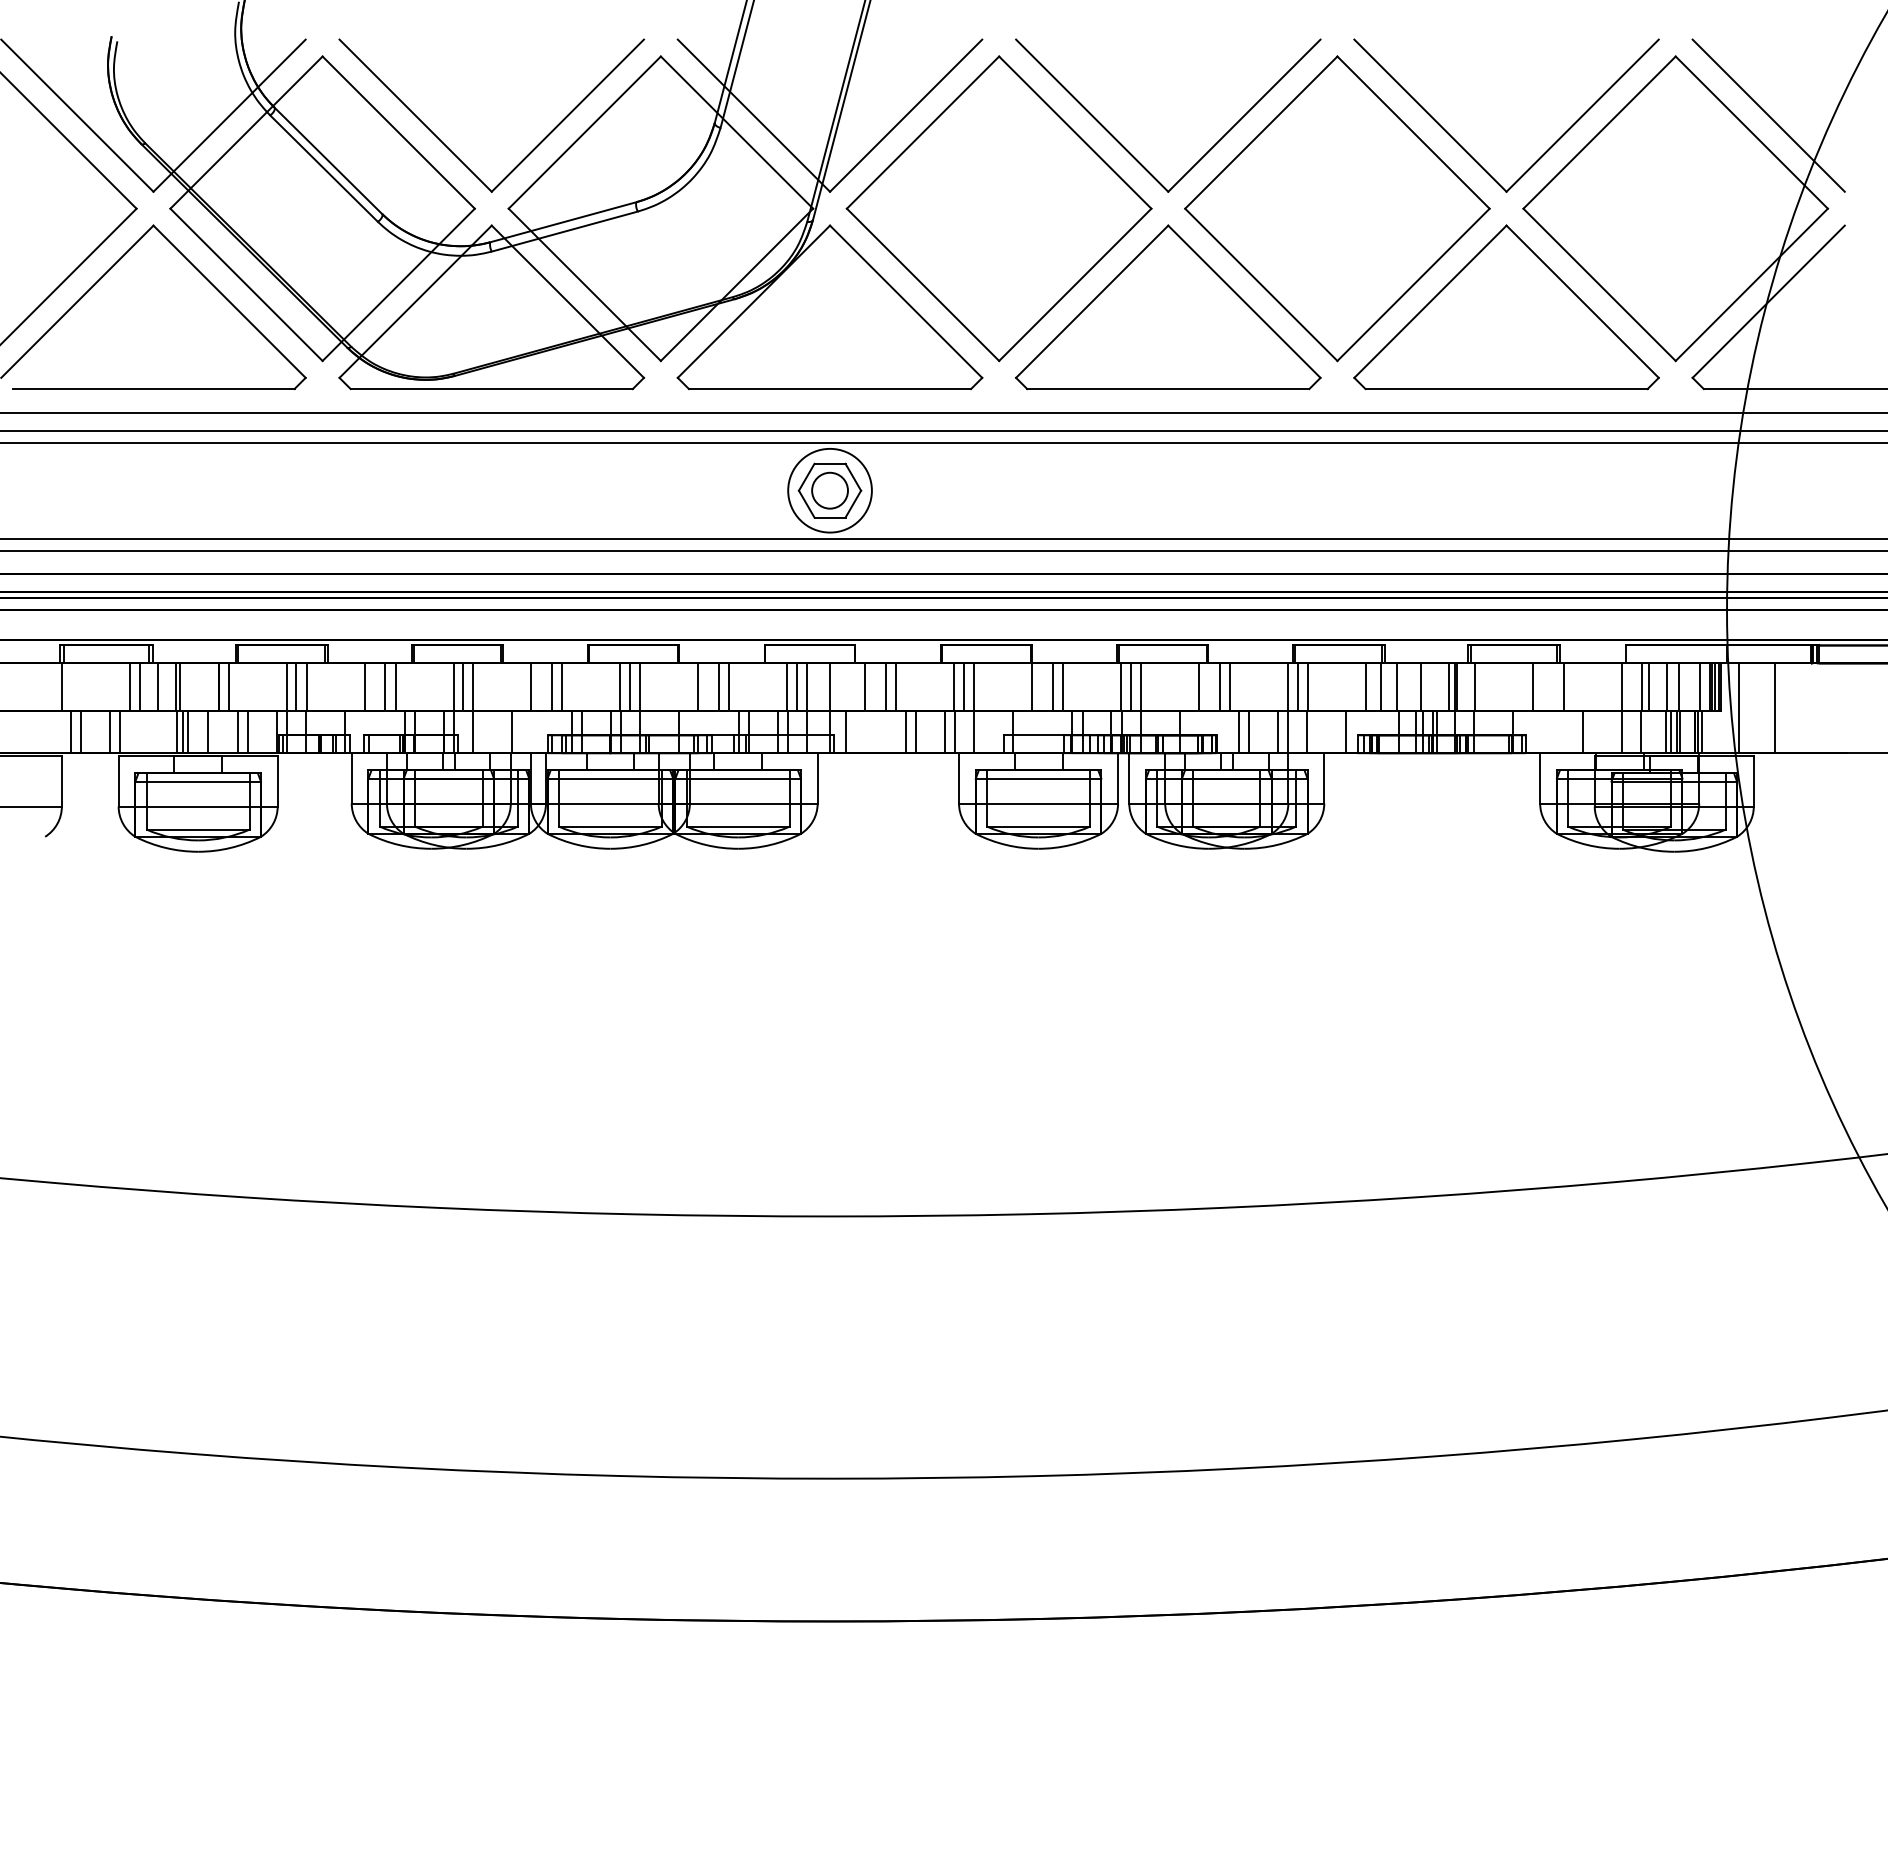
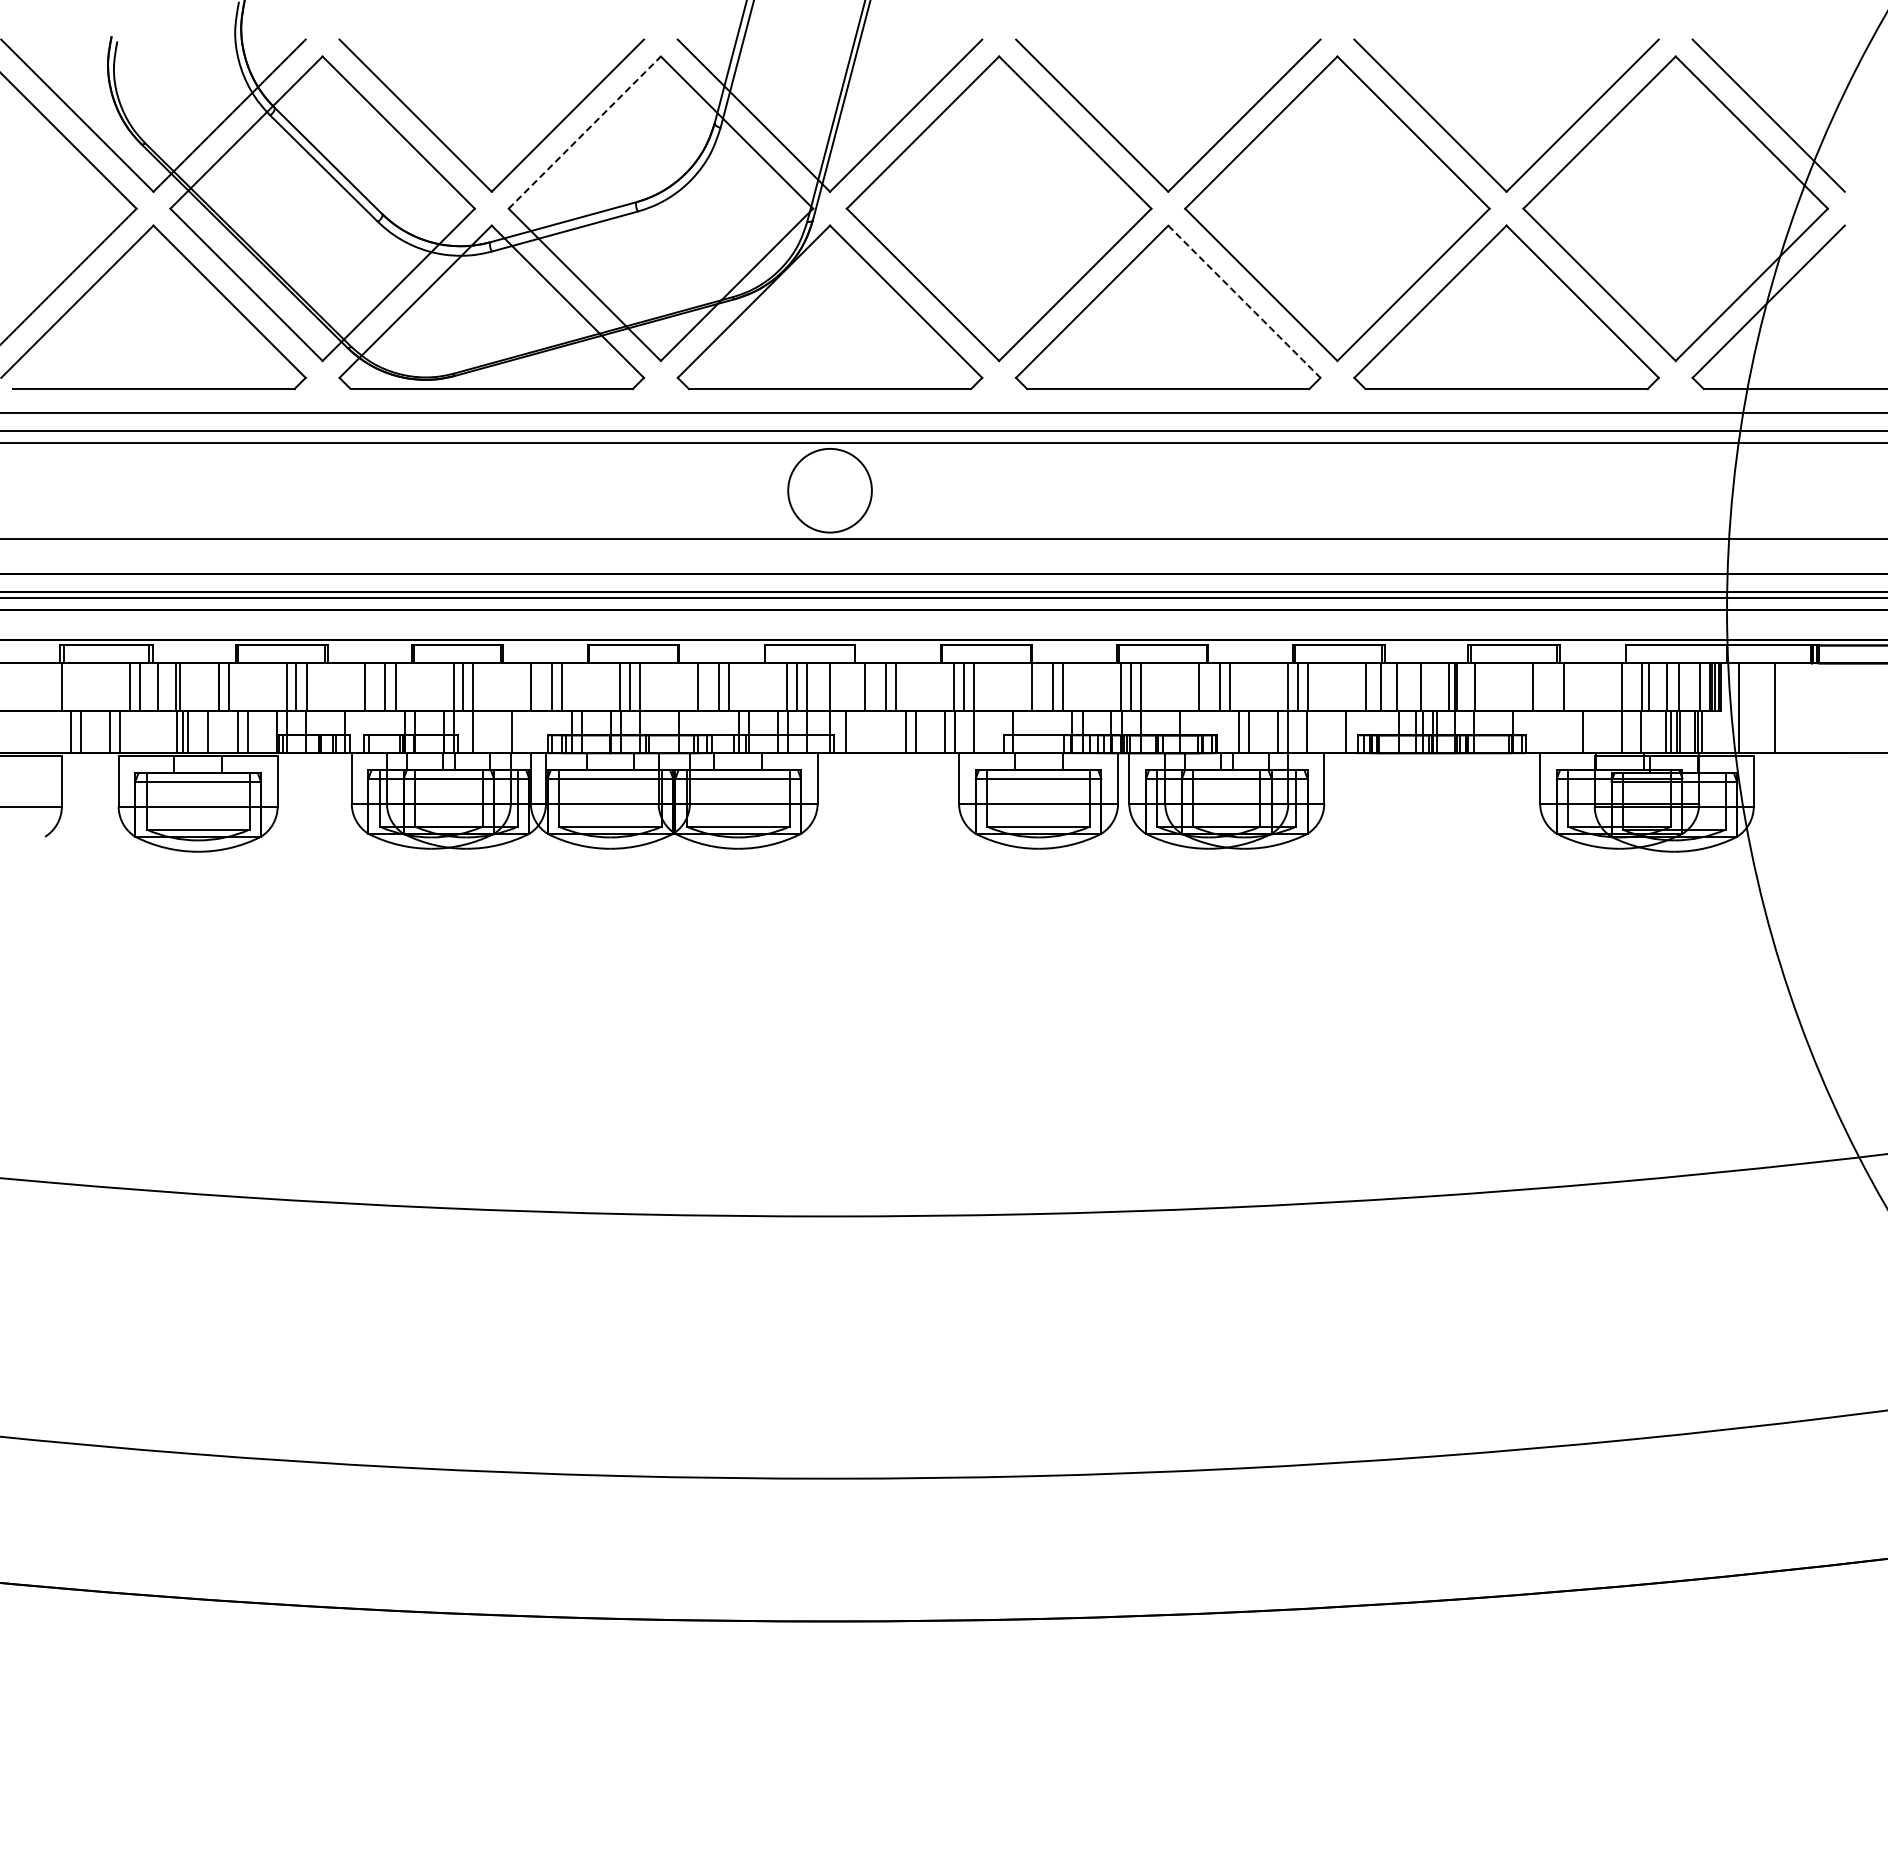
line at (584, 132): solid -> dashed
line at (1244, 301): solid -> dashed
part at (829, 490): present -> none
line at (943, 550): present -> none
